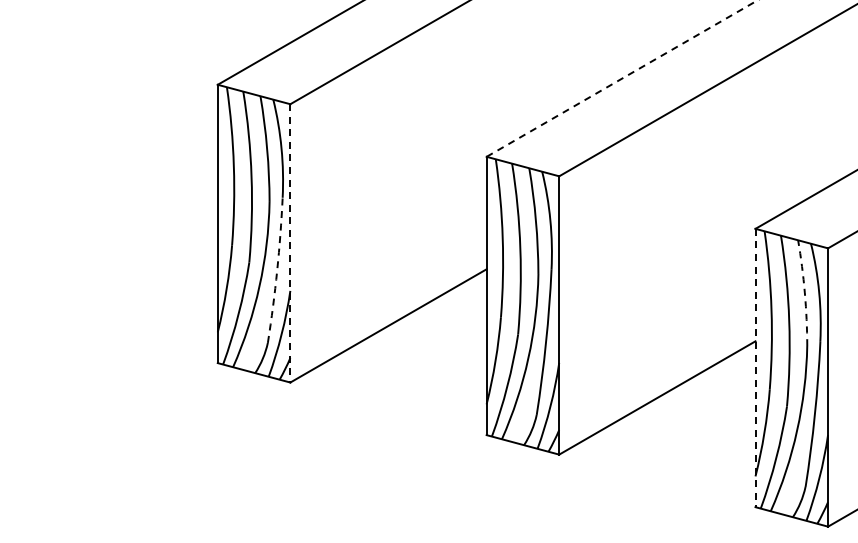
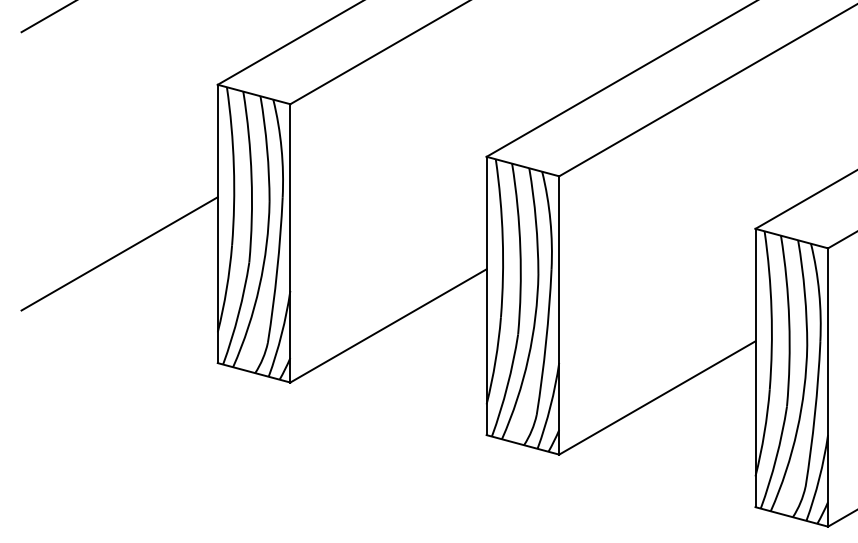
line at (47, 17): none -> present
line at (622, 78): dashed -> solid
line at (290, 243): dashed -> solid
line at (119, 253): none -> present
arc at (277, 270): dashed -> solid
arc at (804, 292): dashed -> solid
line at (755, 368): dashed -> solid
